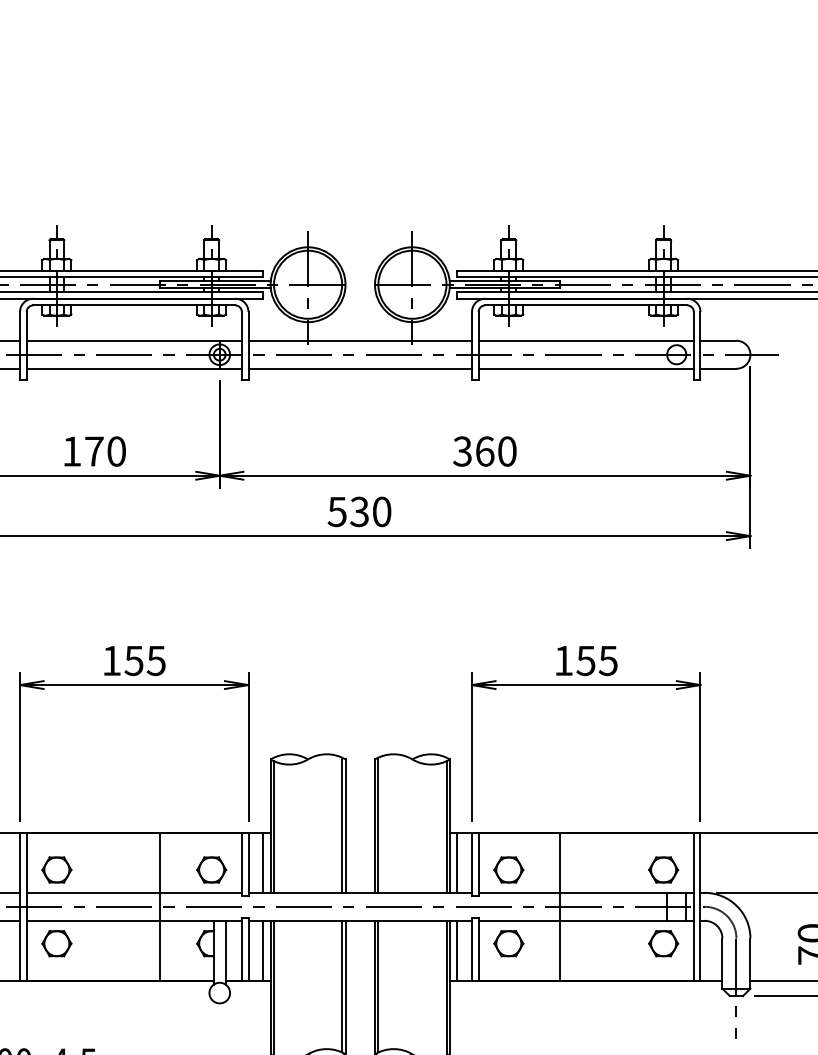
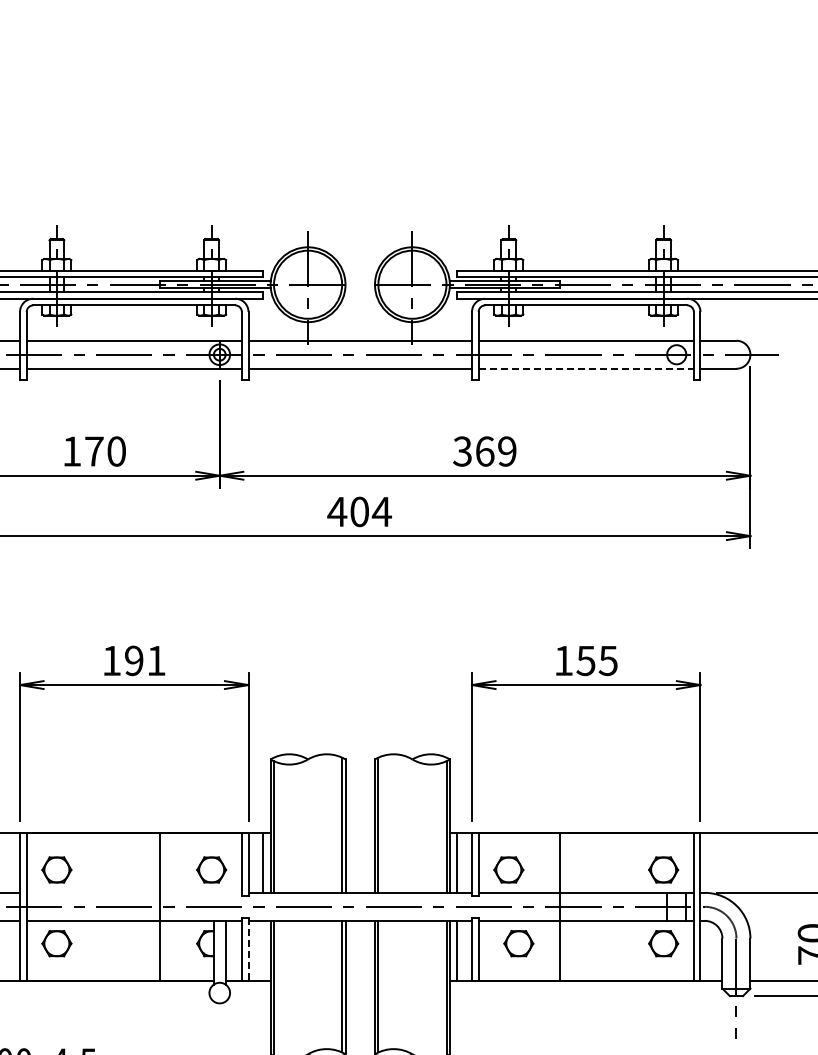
line at (586, 368): solid -> dashed
text at (507, 451): 360 -> 369
text at (359, 511): 530 -> 404
text at (144, 660): 155 -> 191
line at (133, 892): present -> none
part at (508, 943) position: (508, 943) -> (518, 943)
line at (248, 949): solid -> dashed
line at (263, 950): present -> none
